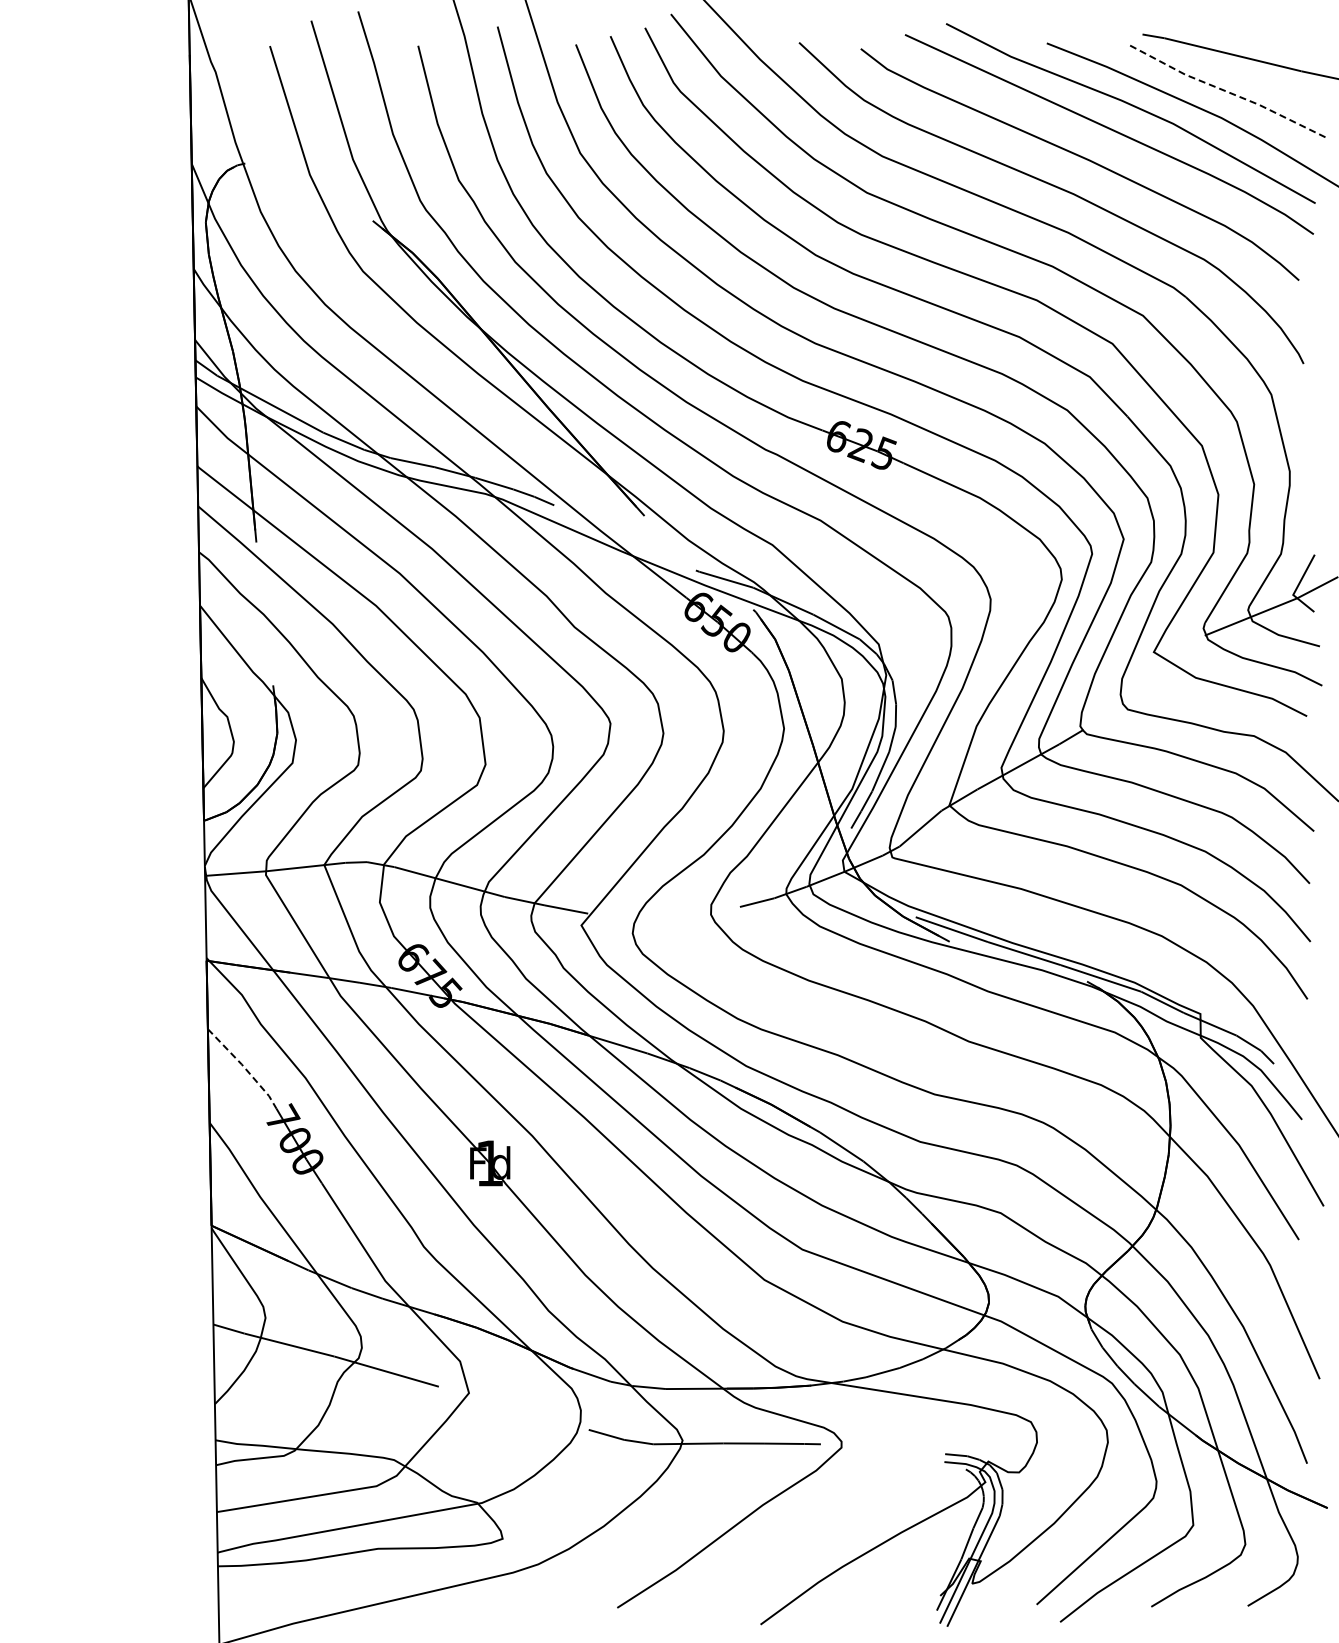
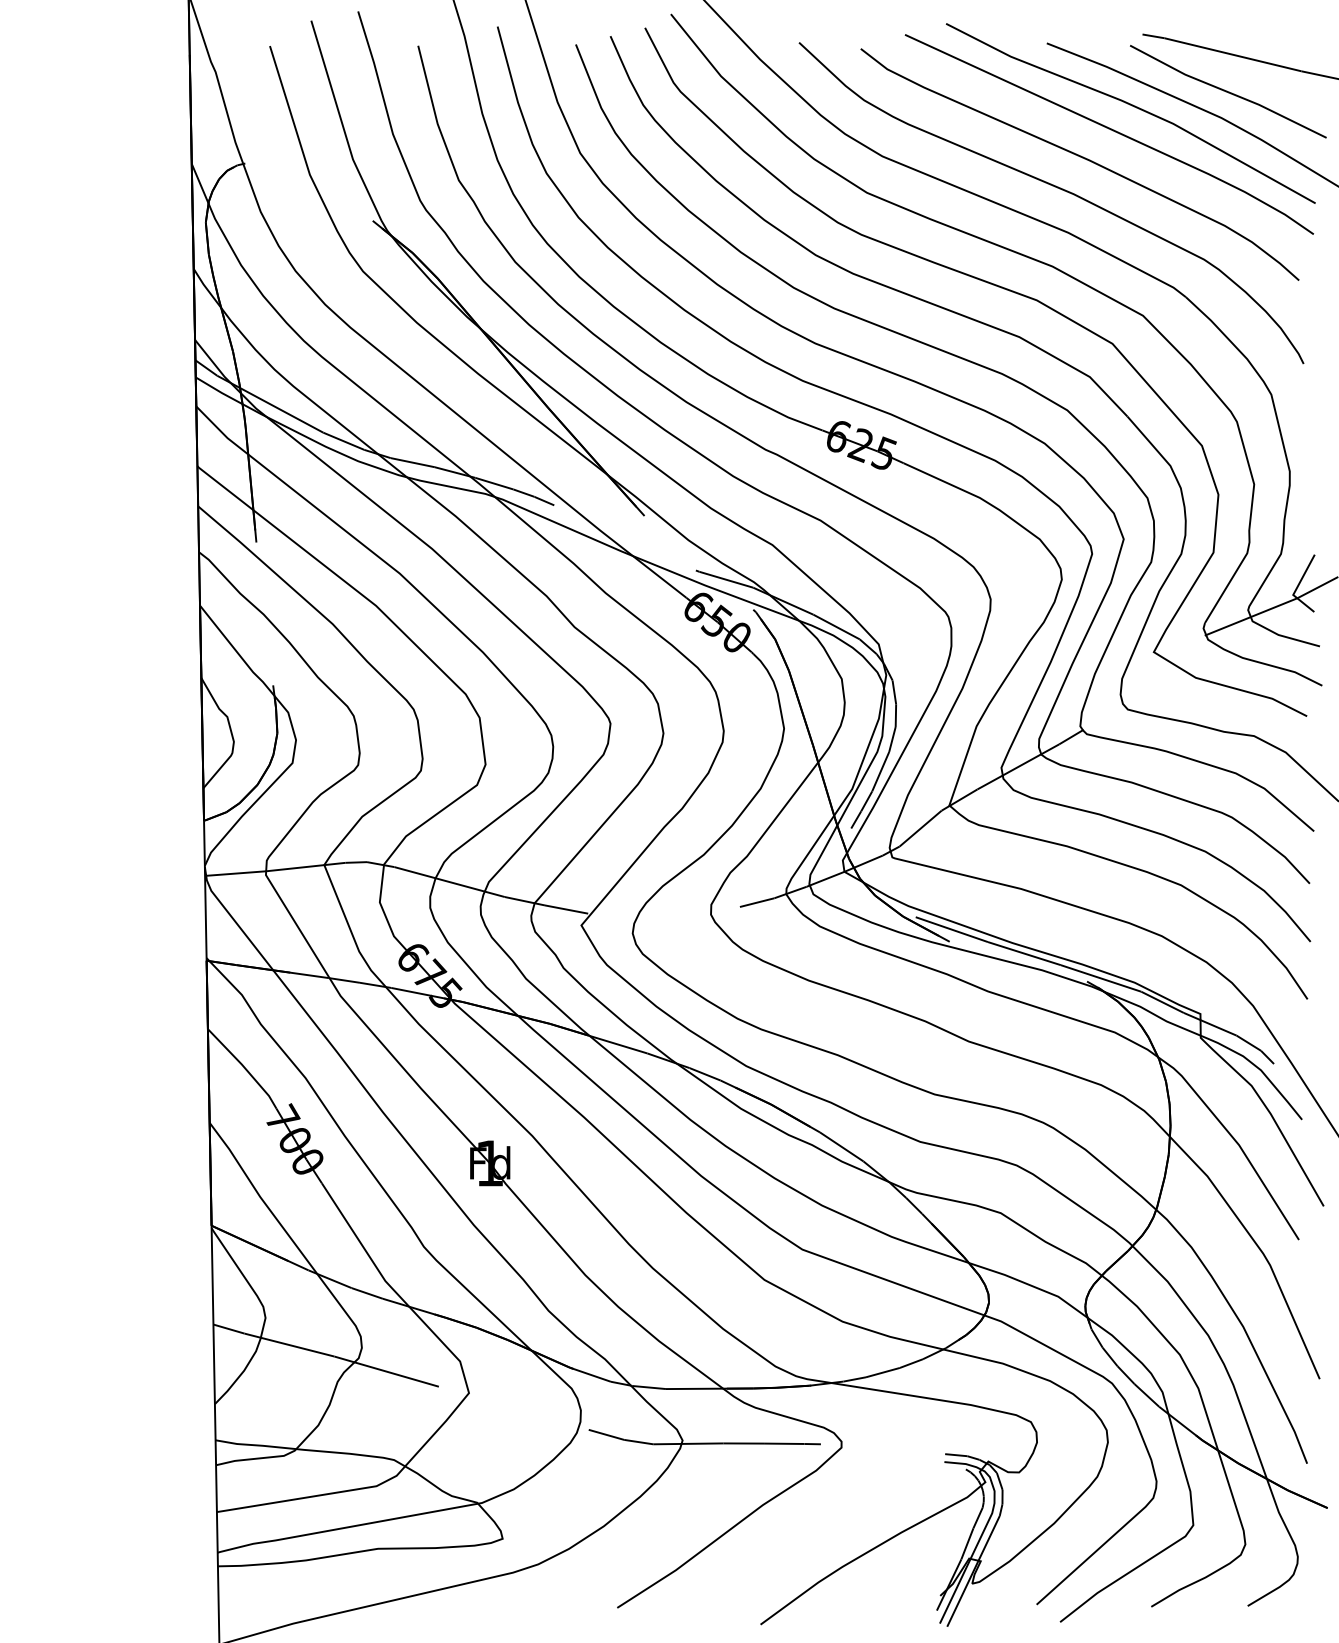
line at (1228, 92): dashed -> solid
line at (244, 1067): dashed -> solid
